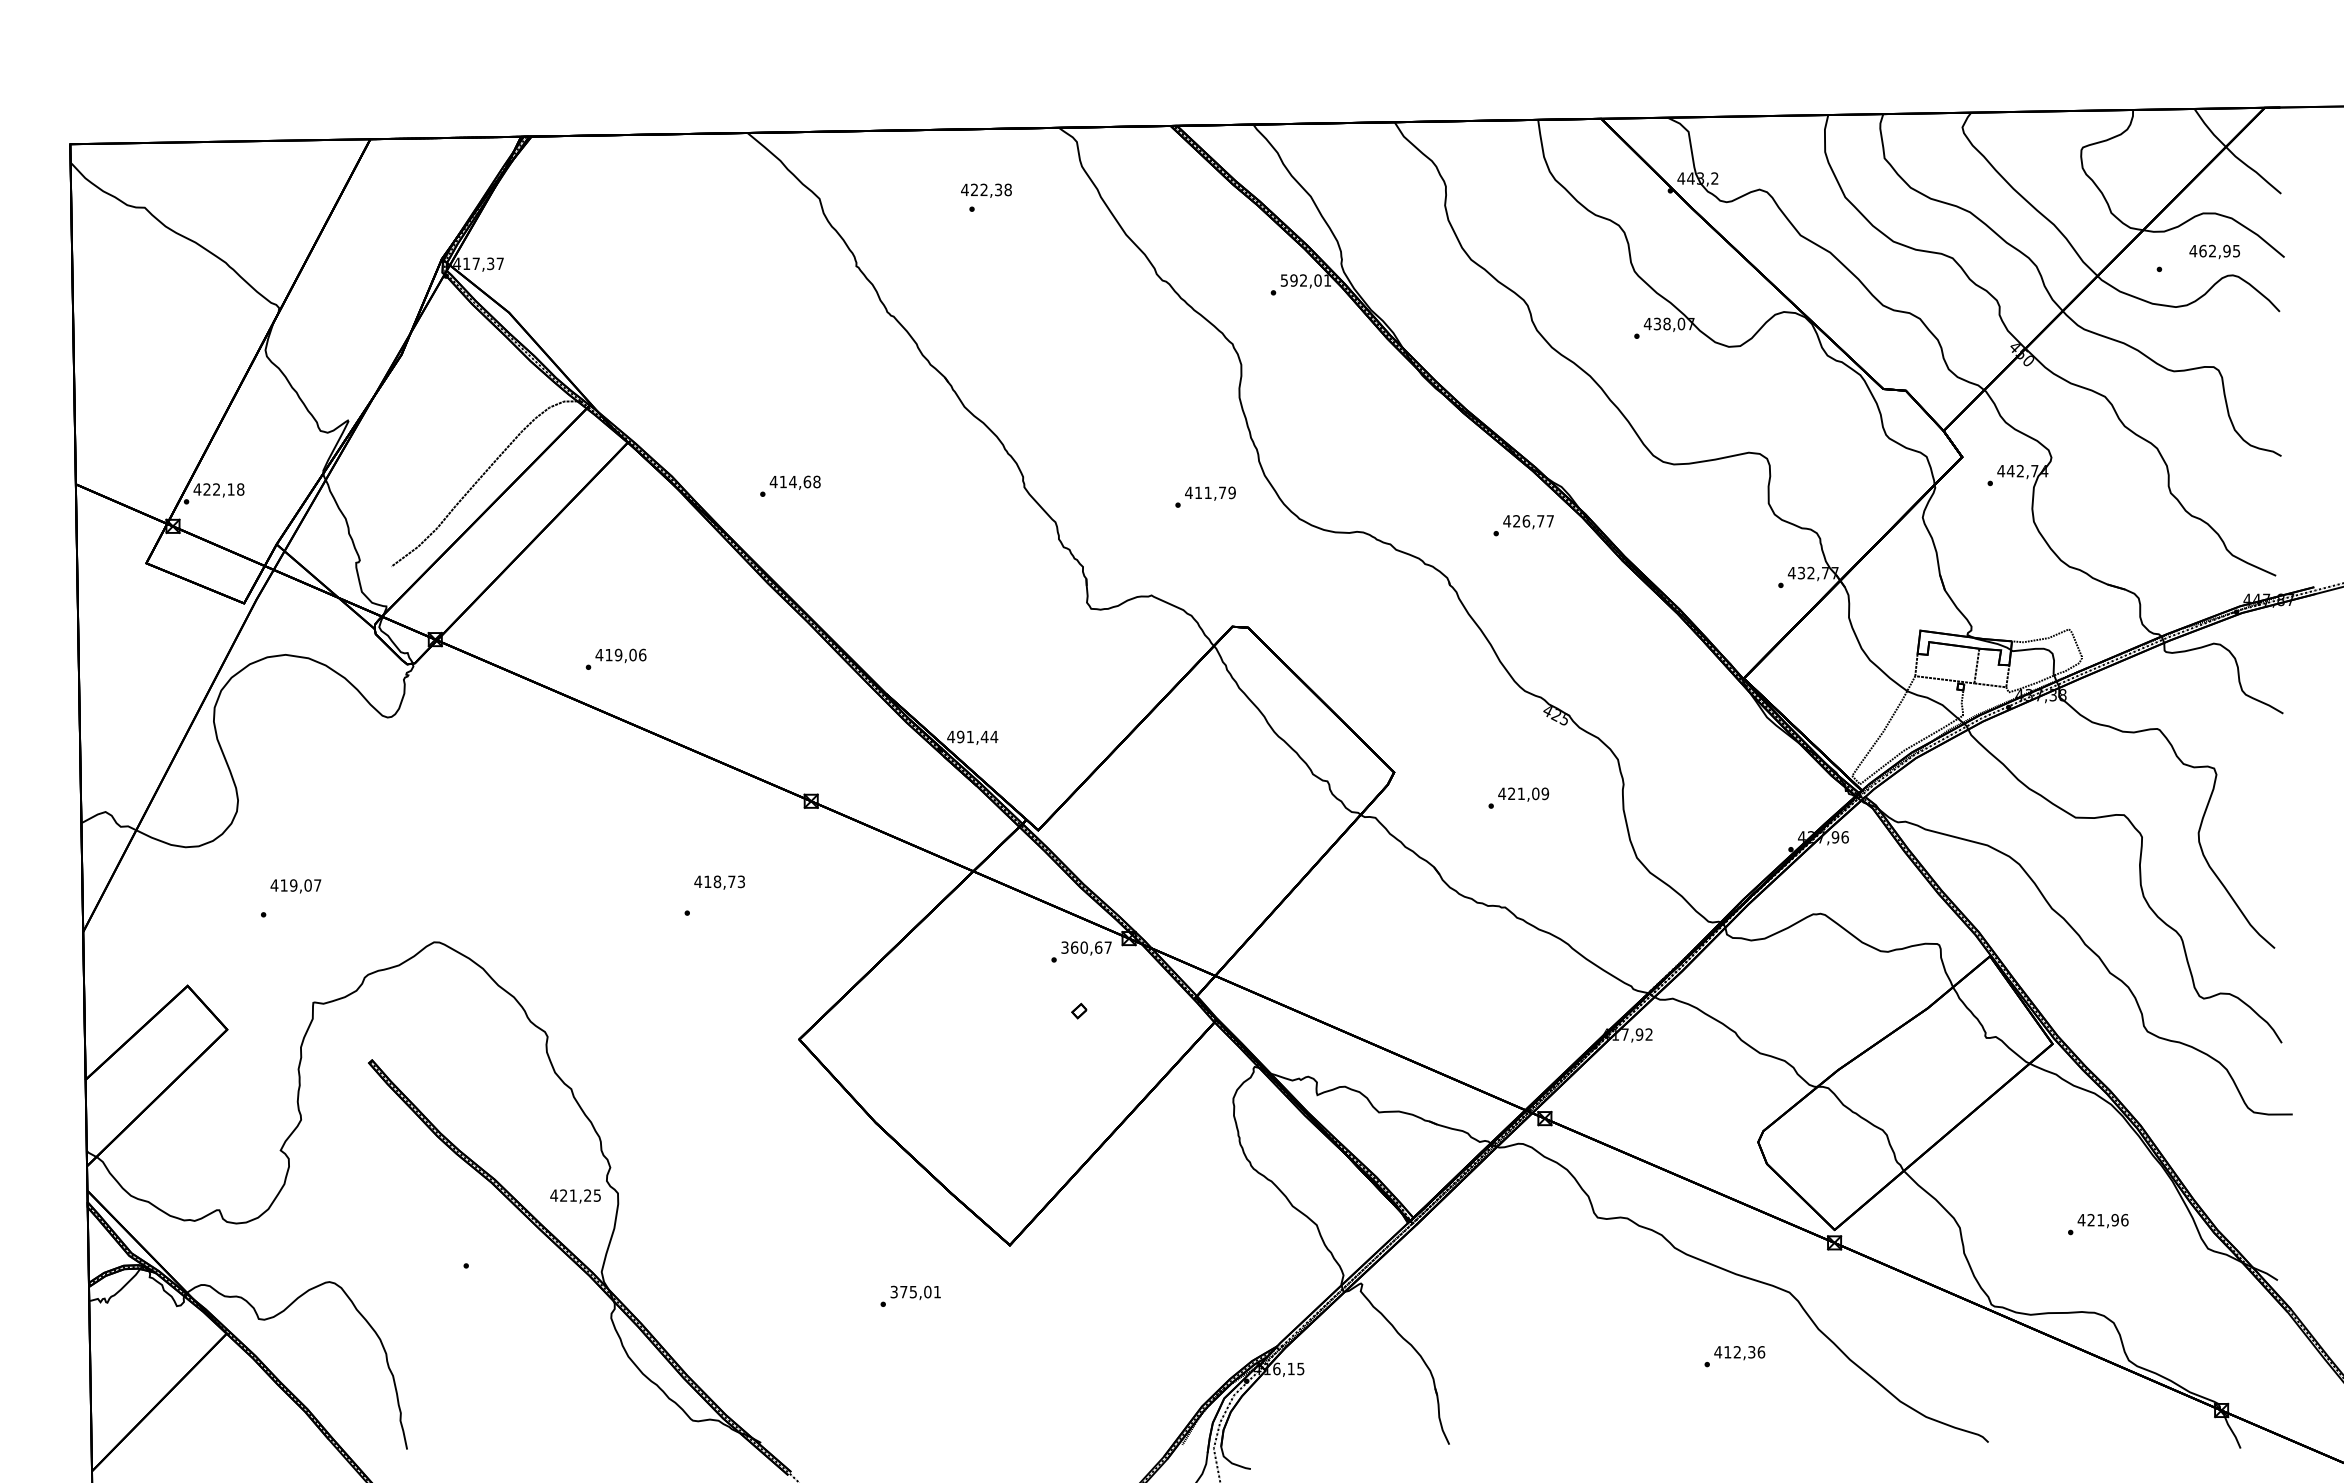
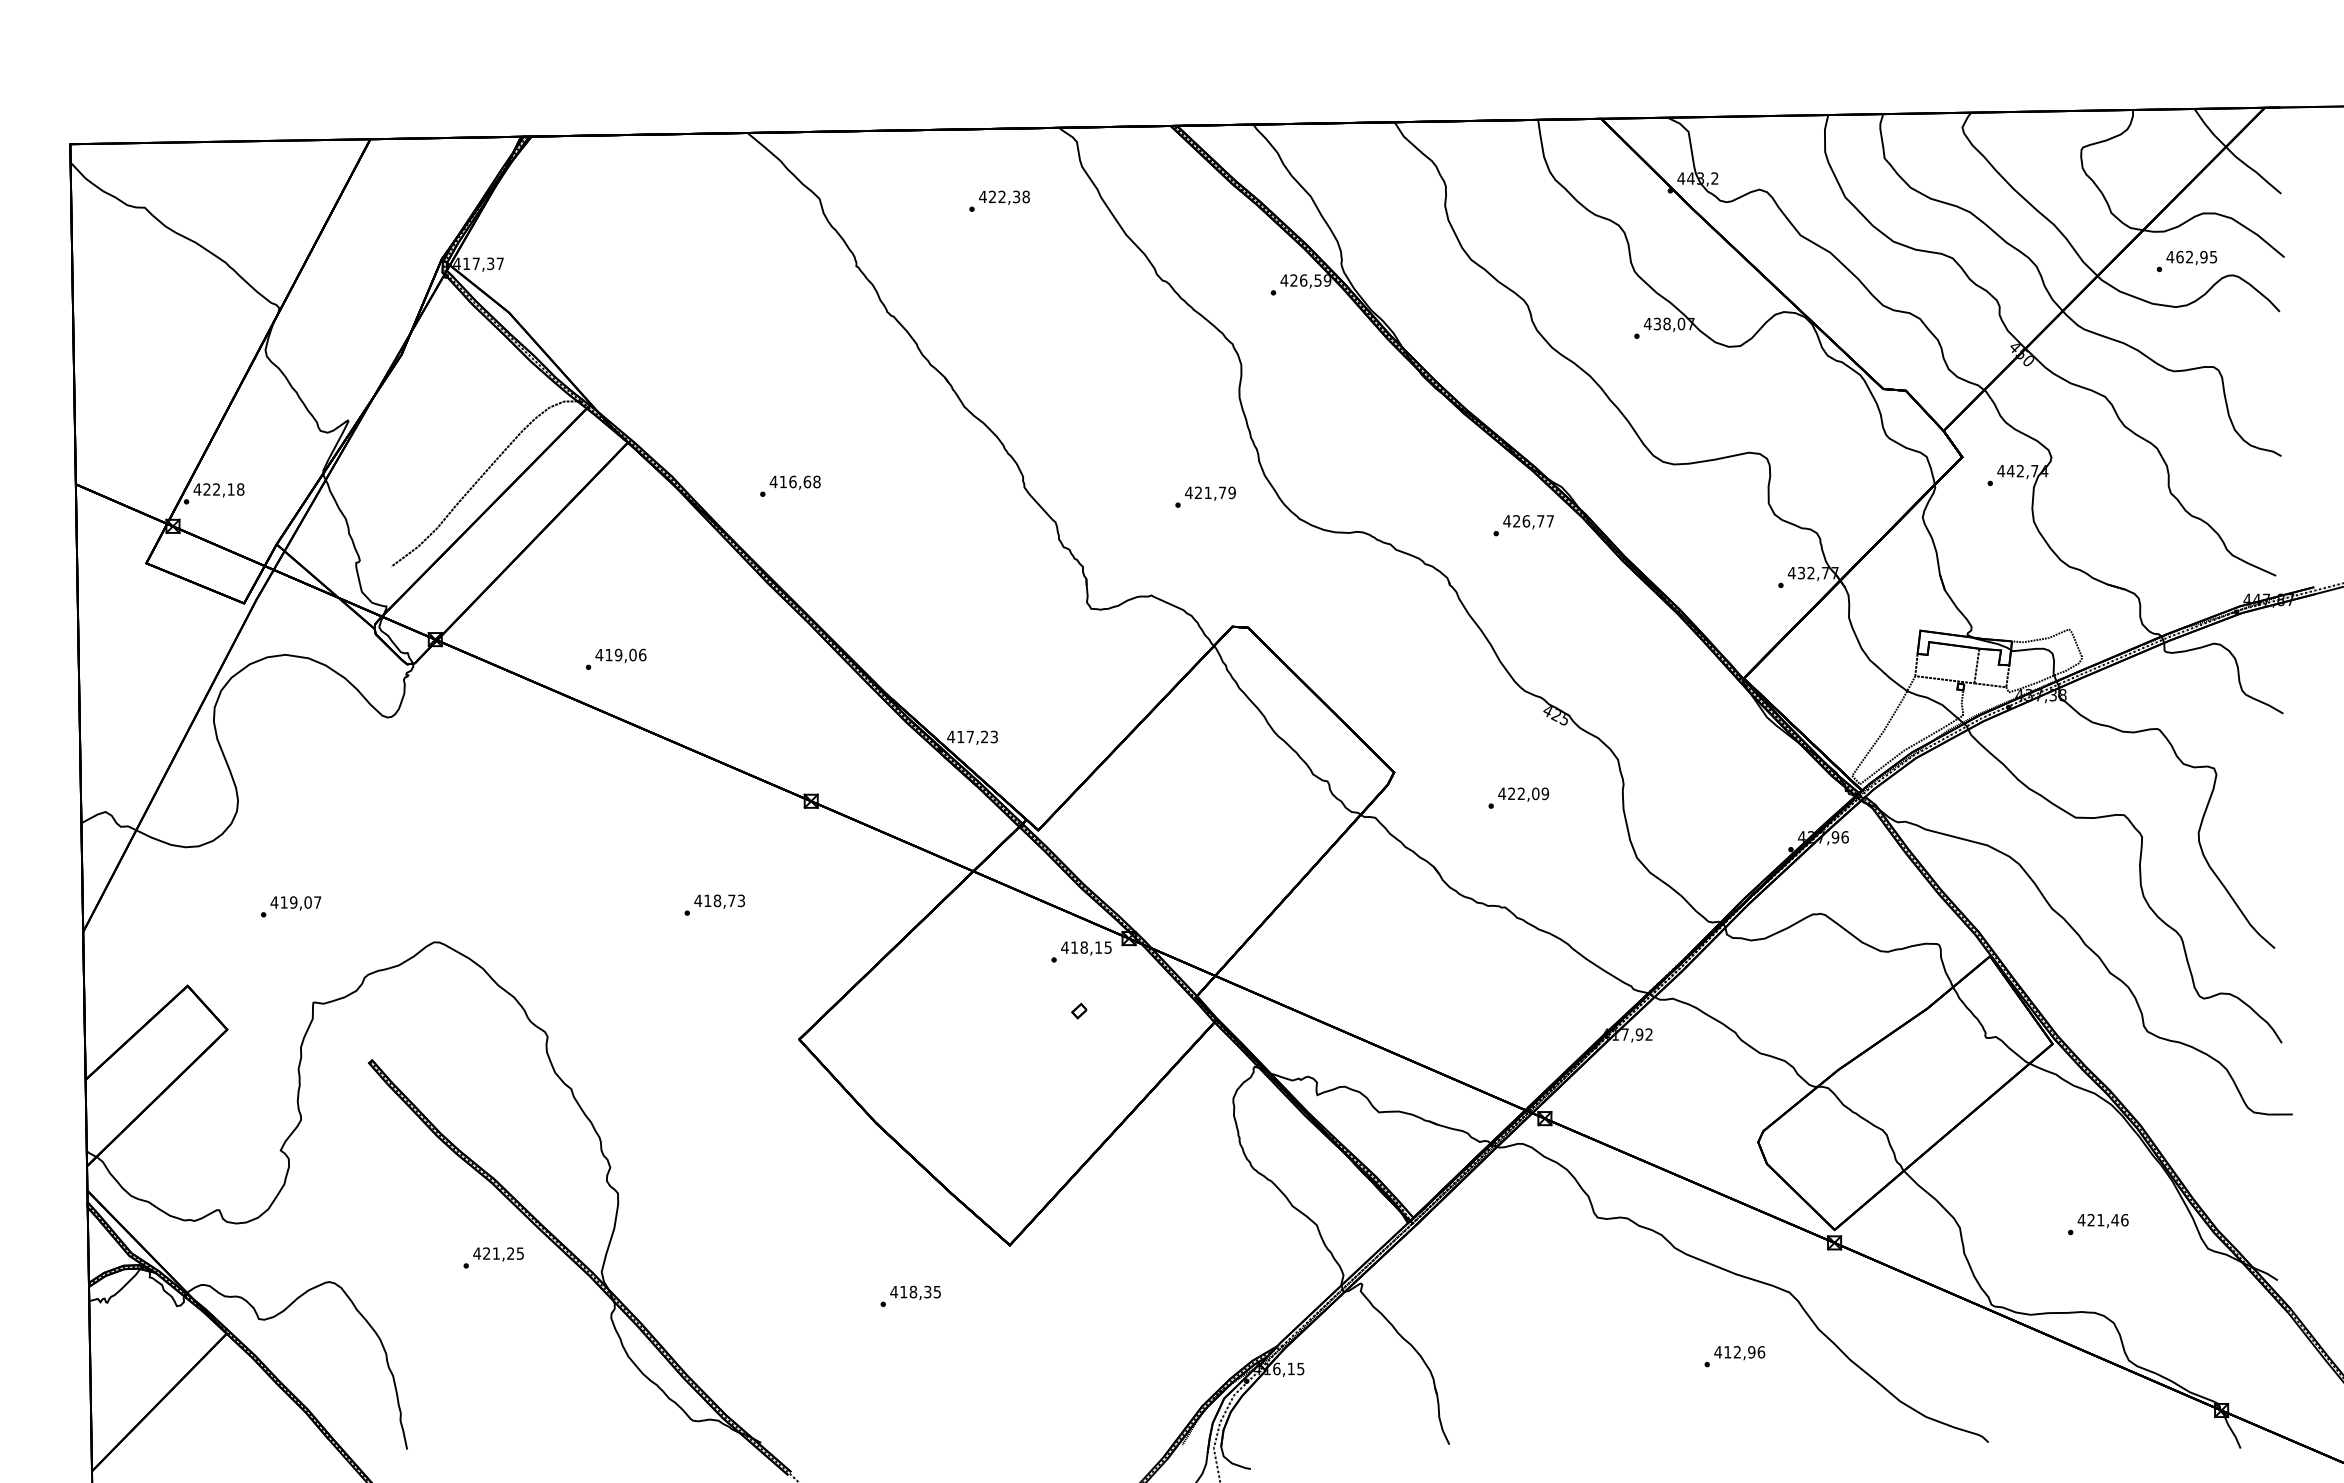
text at (986, 190) position: (986, 190) -> (1004, 197)
text at (2214, 251) position: (2214, 251) -> (2191, 257)
text at (1305, 280): 592,01 -> 426,59
text at (792, 481): 414,68 -> 416,68
text at (1198, 492): 411,79 -> 421,79
text at (977, 736): 491,44 -> 417,23
text at (1520, 793): 421,09 -> 422,09
text at (719, 882) position: (719, 882) -> (719, 901)
text at (295, 886) position: (295, 886) -> (295, 903)
text at (1086, 947): 360,67 -> 418,15
text at (575, 1196) position: (575, 1196) -> (498, 1254)
text at (2115, 1220): 421,96 -> 421,46
text at (915, 1291): 375,01 -> 418,35
text at (1751, 1352): 412,36 -> 412,96
